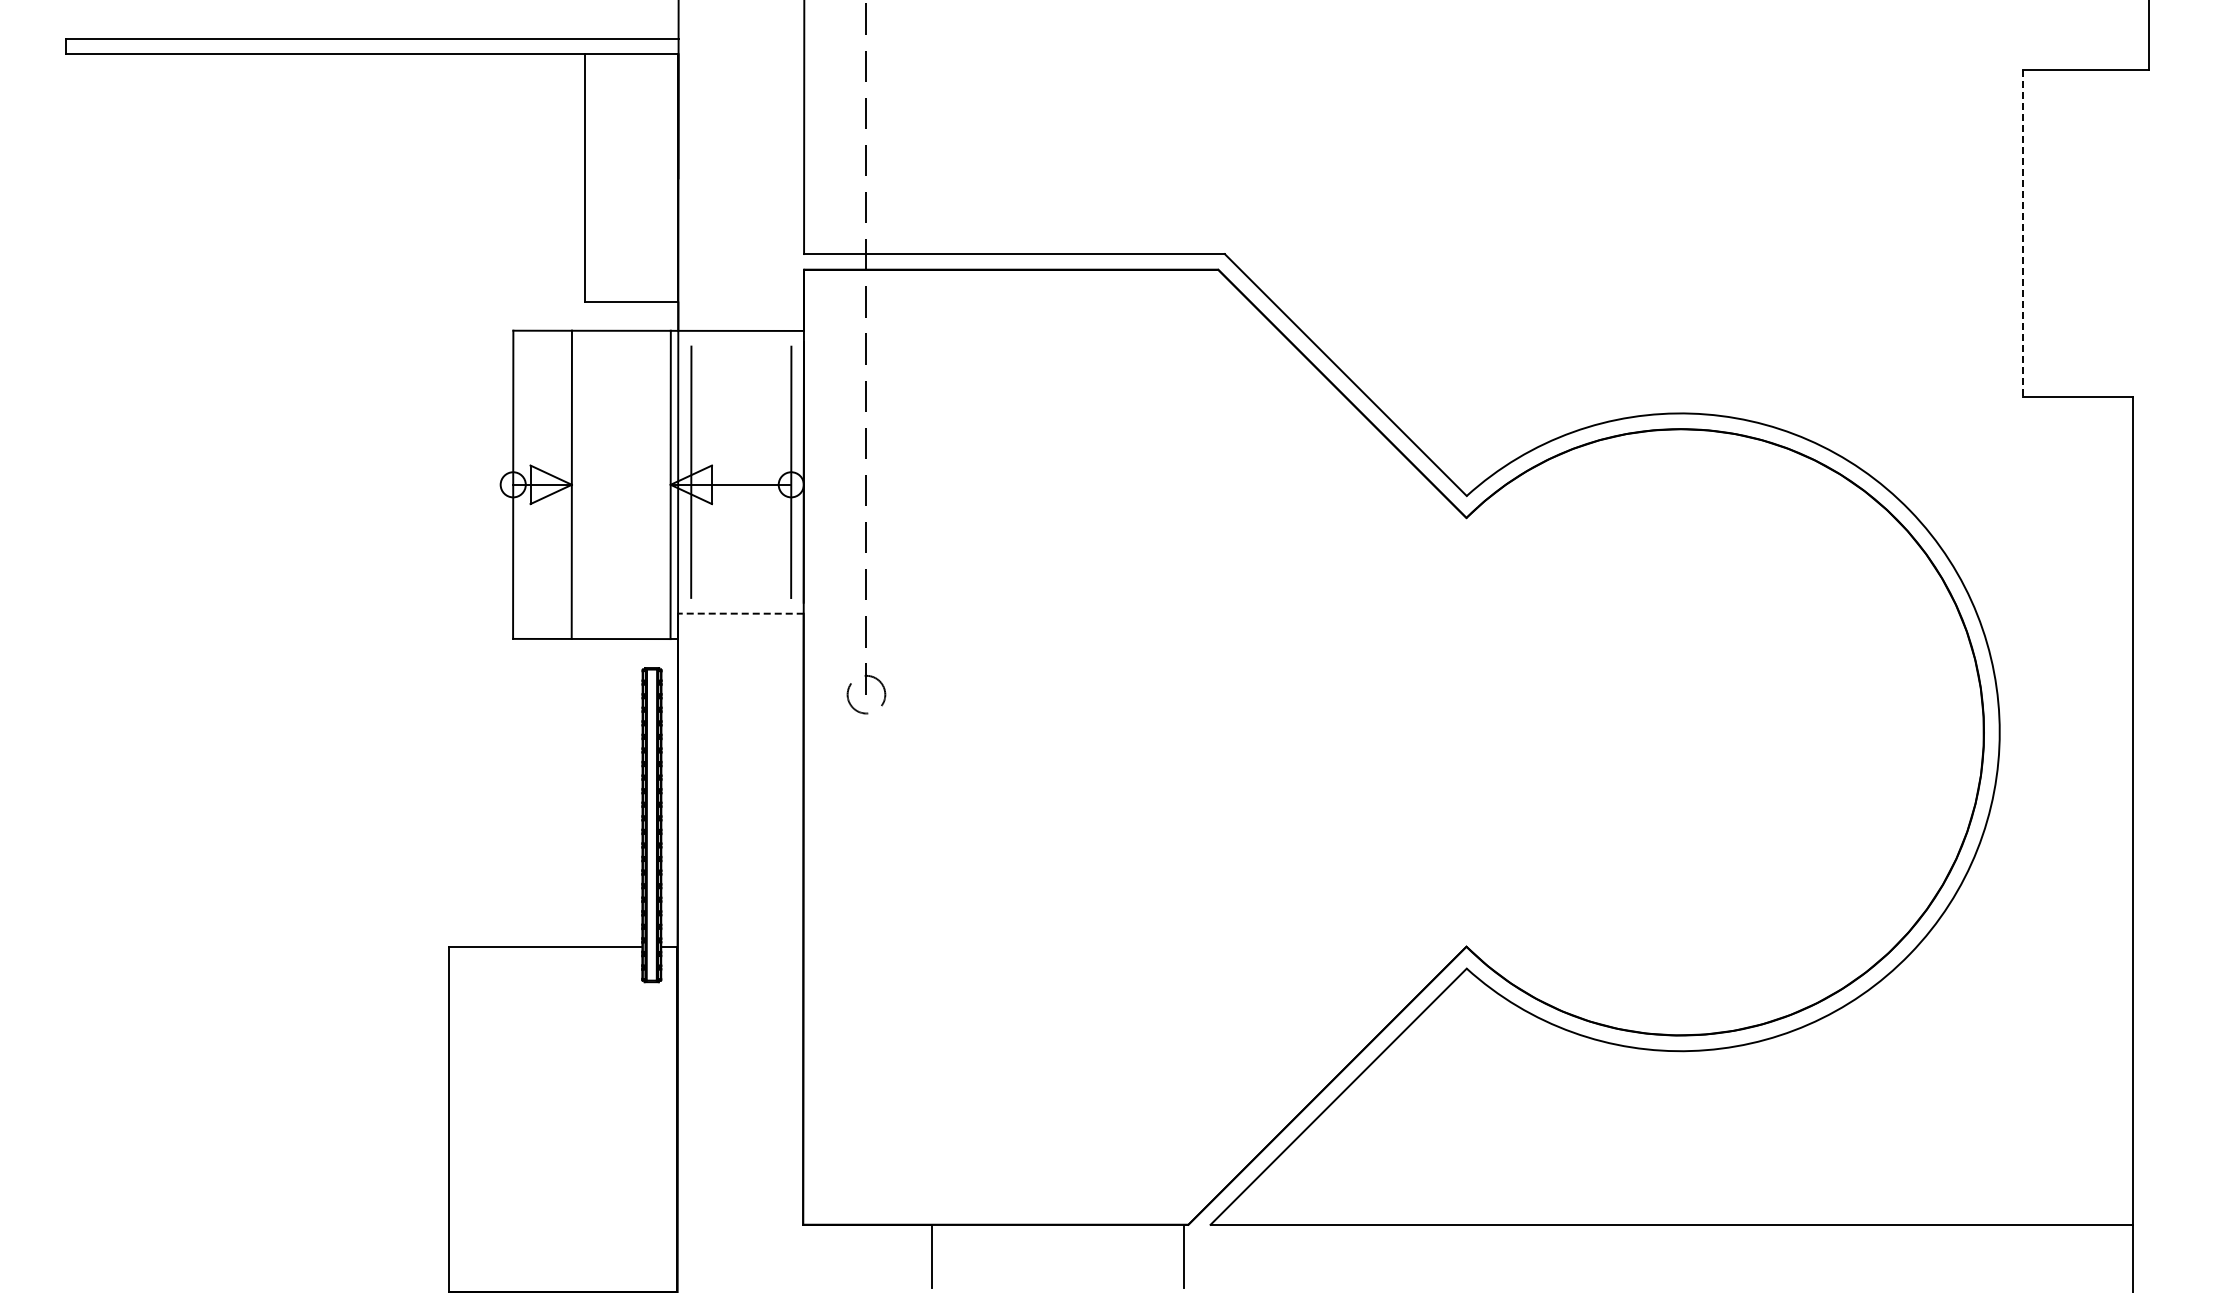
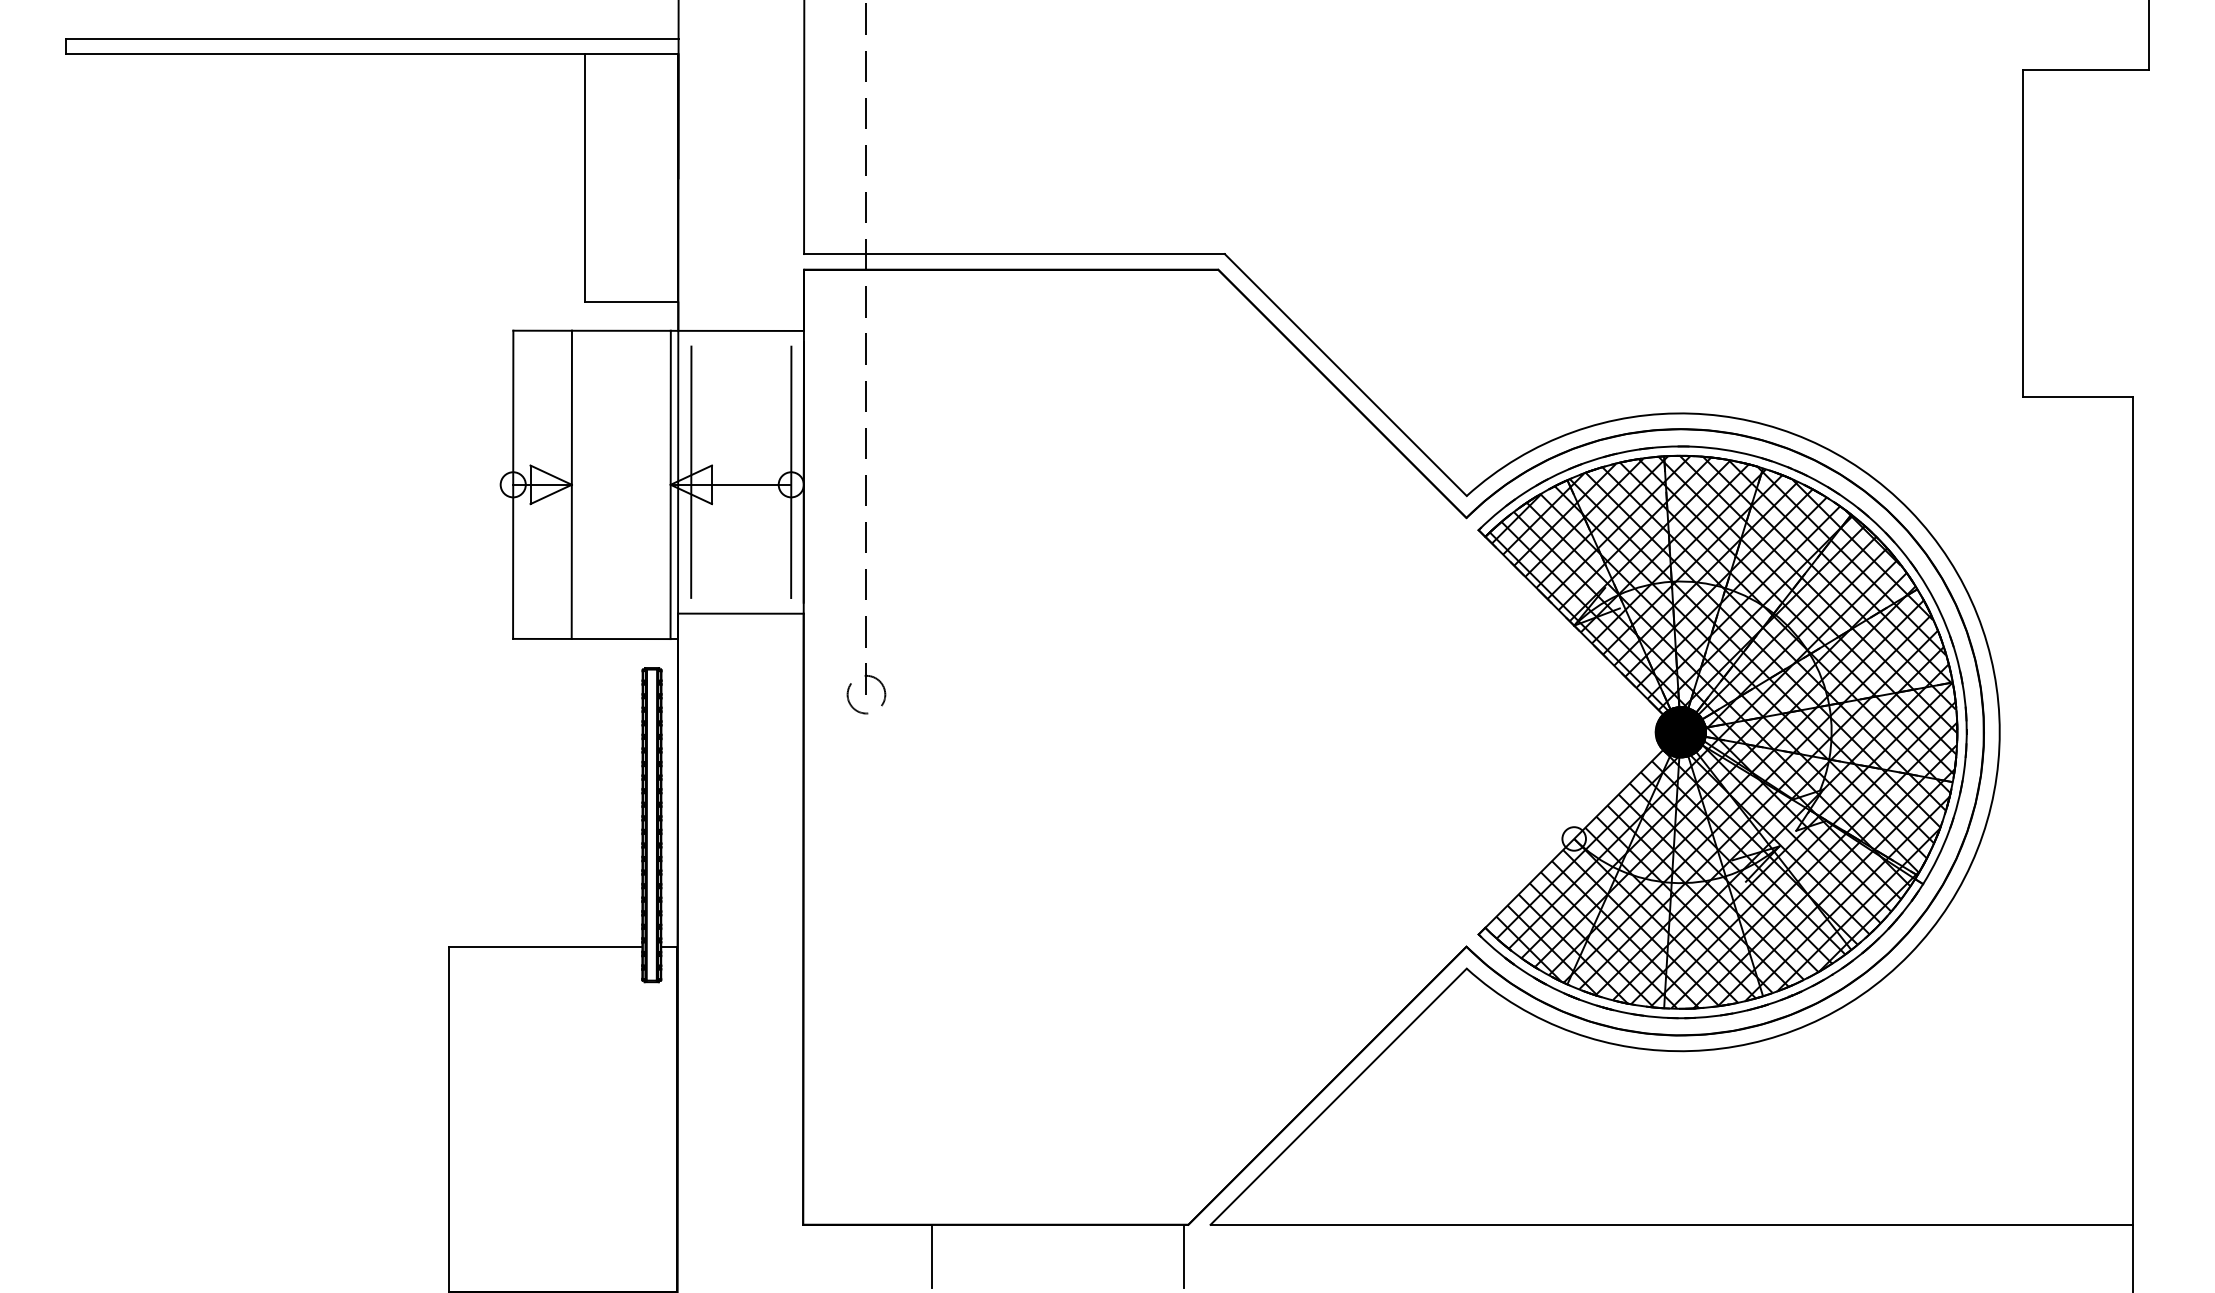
line at (2022, 233): dashed -> solid
line at (740, 613): dashed -> solid
part at (1722, 732): none -> present
